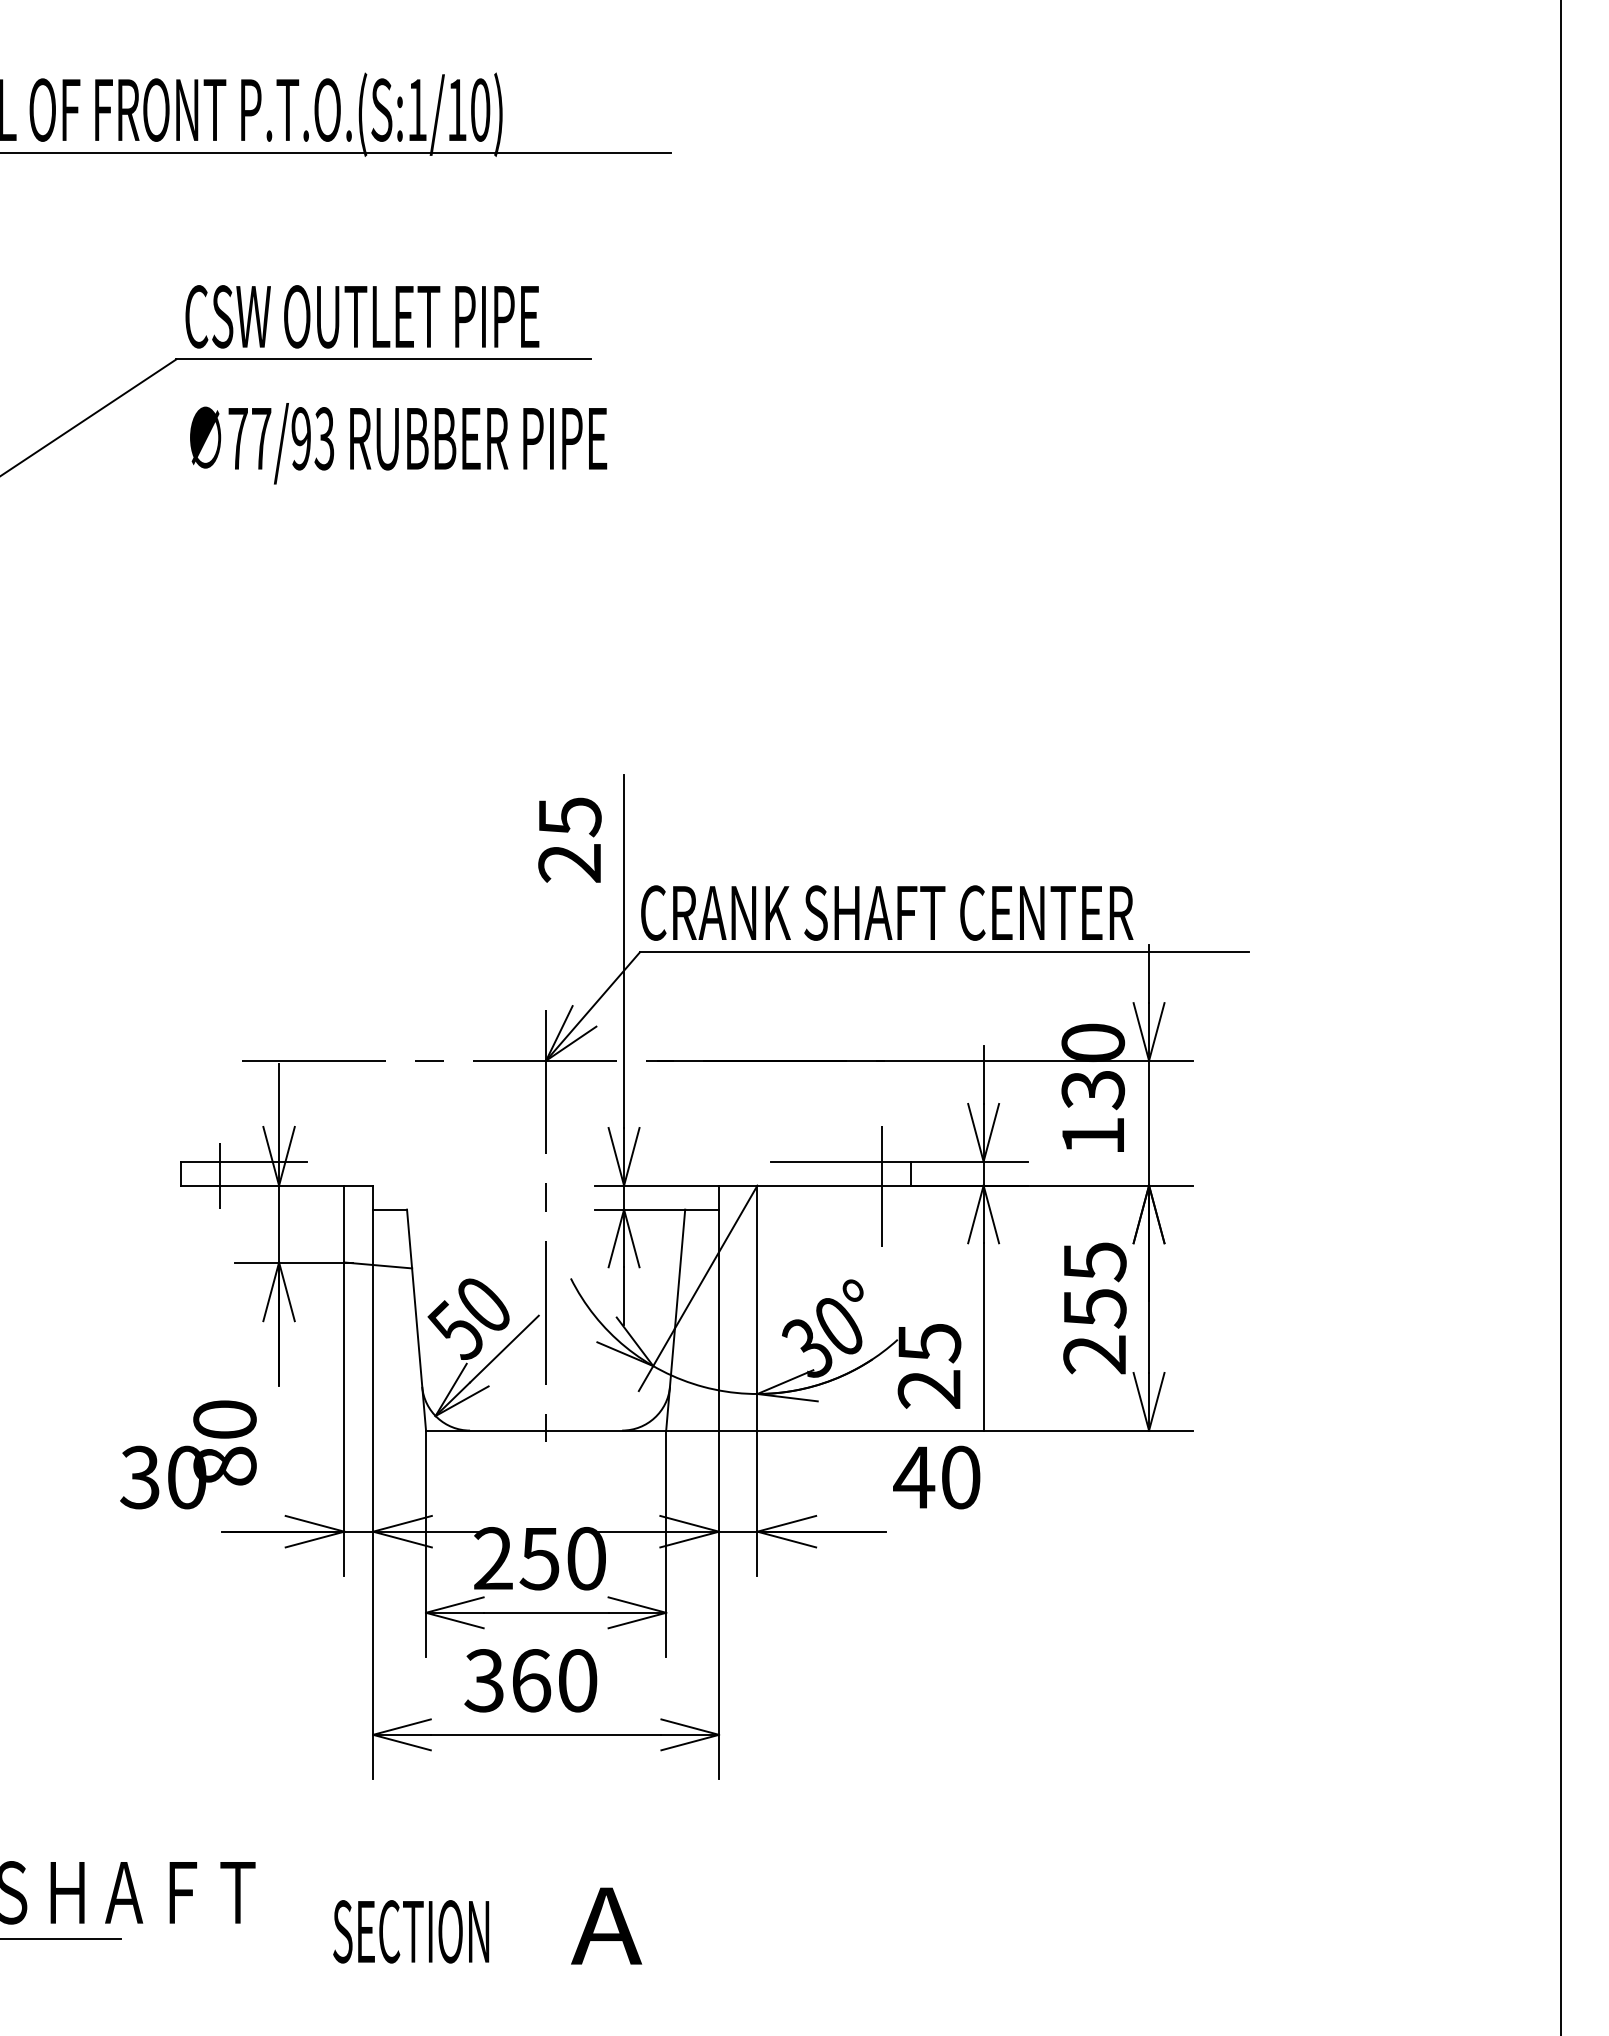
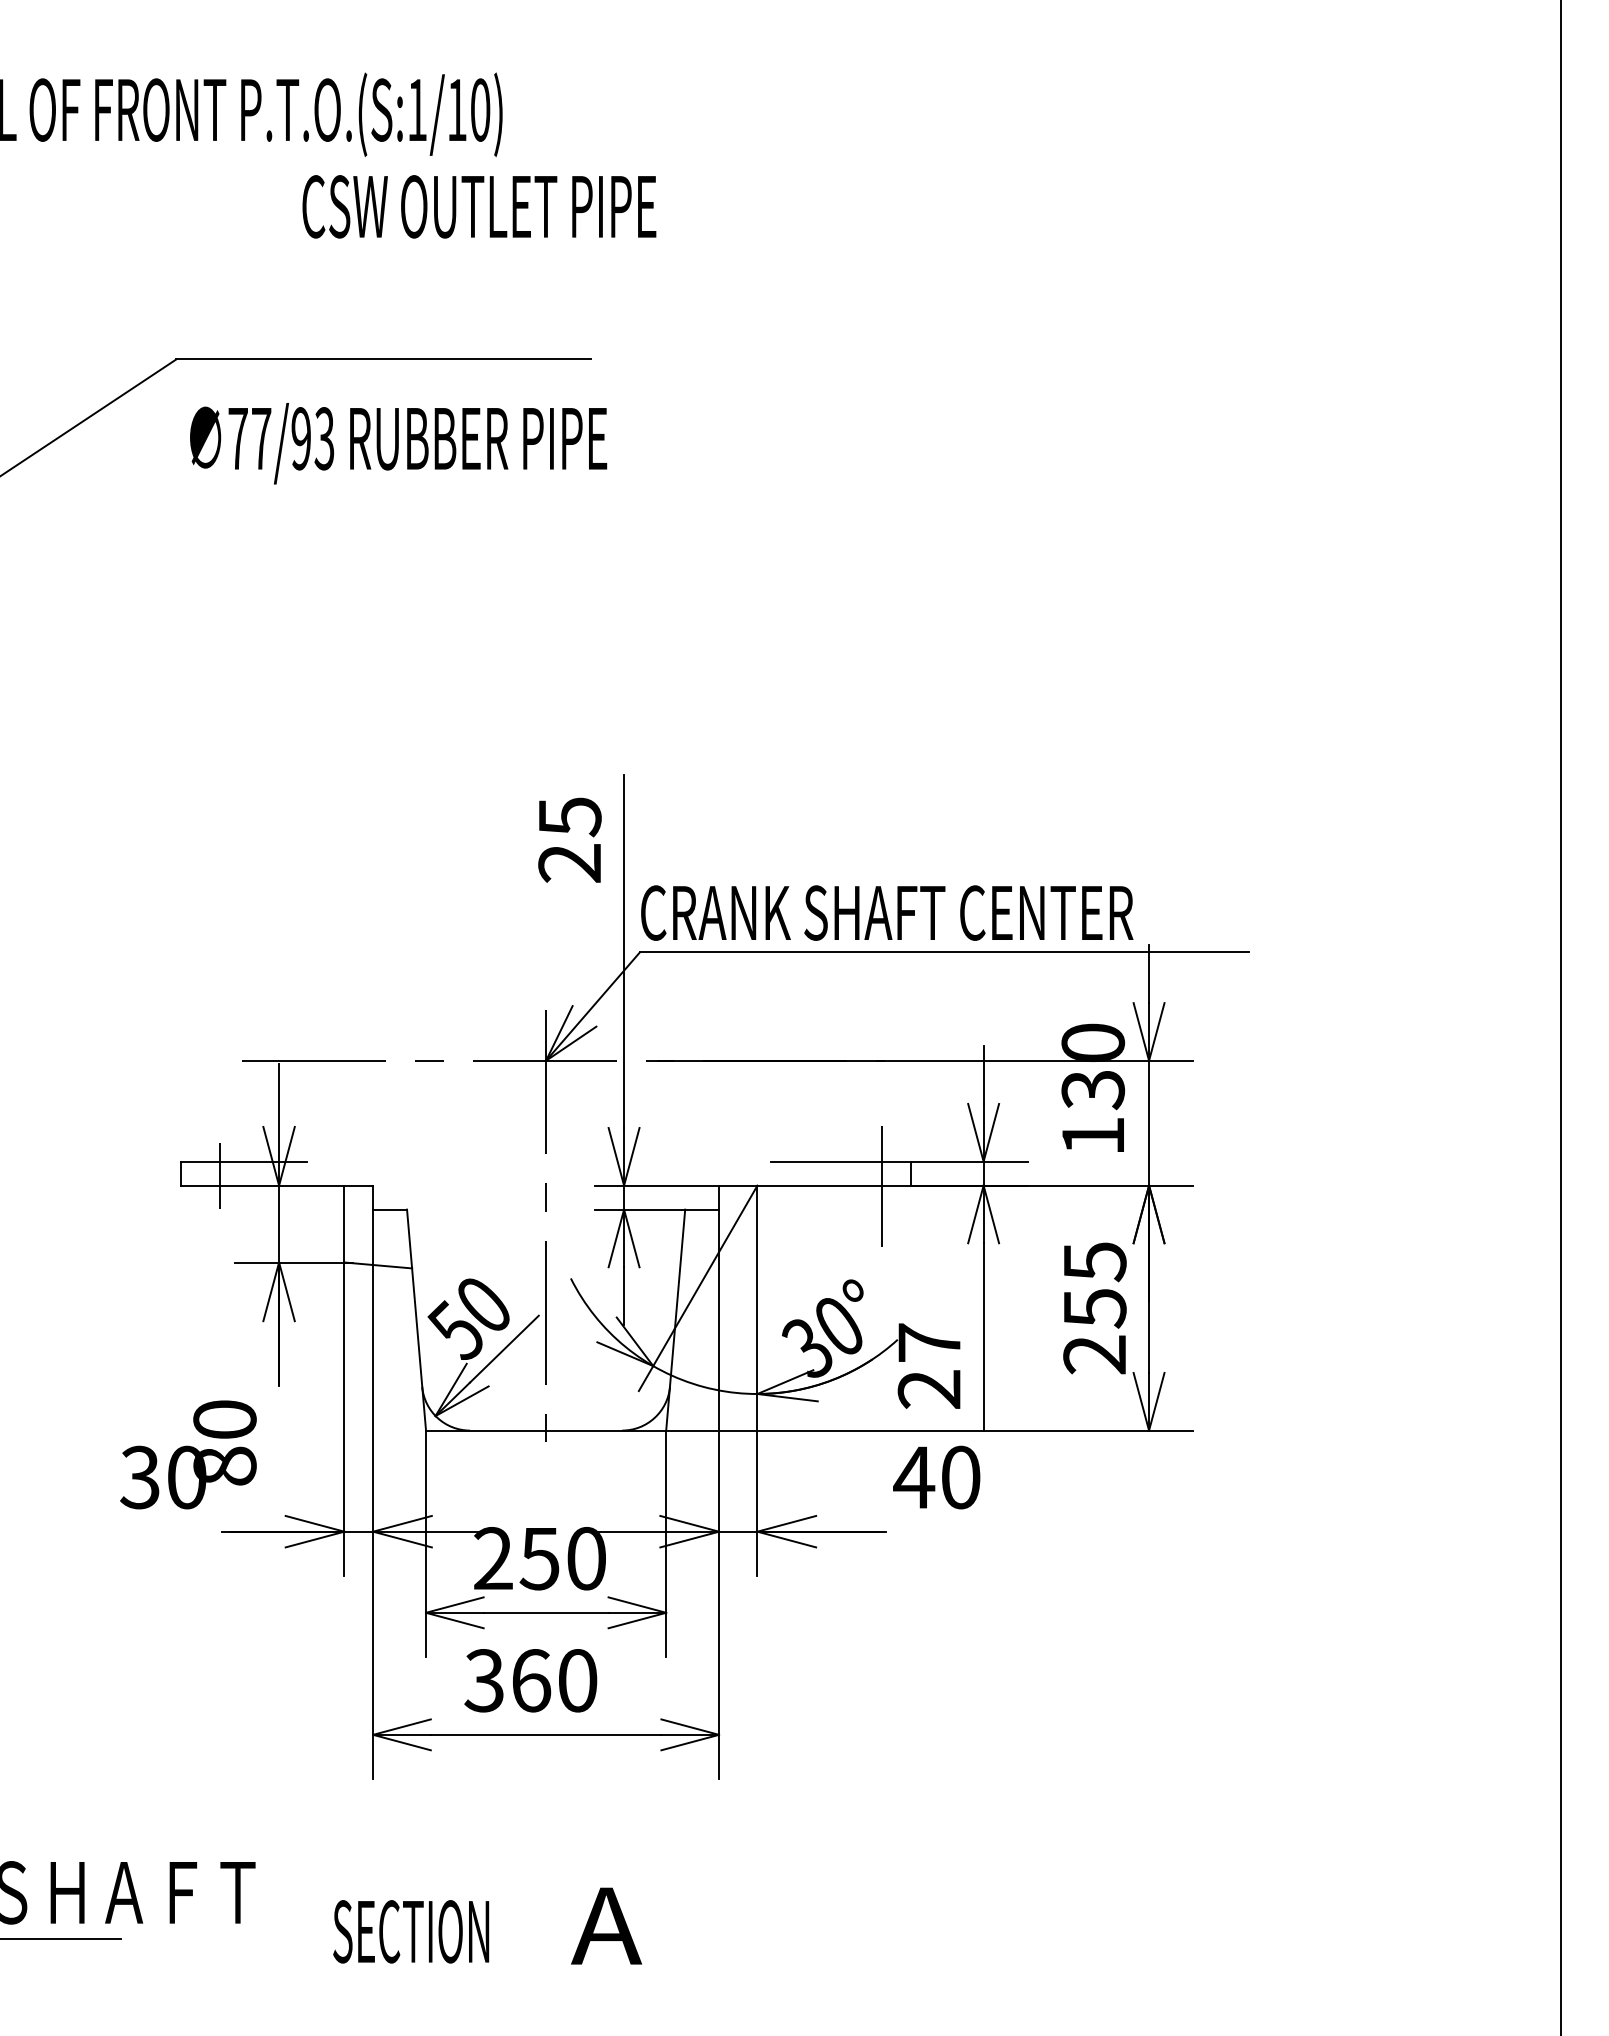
line at (336, 152): present -> none
text at (362, 316) position: (362, 316) -> (479, 206)
text at (929, 1343): 25 -> 27
